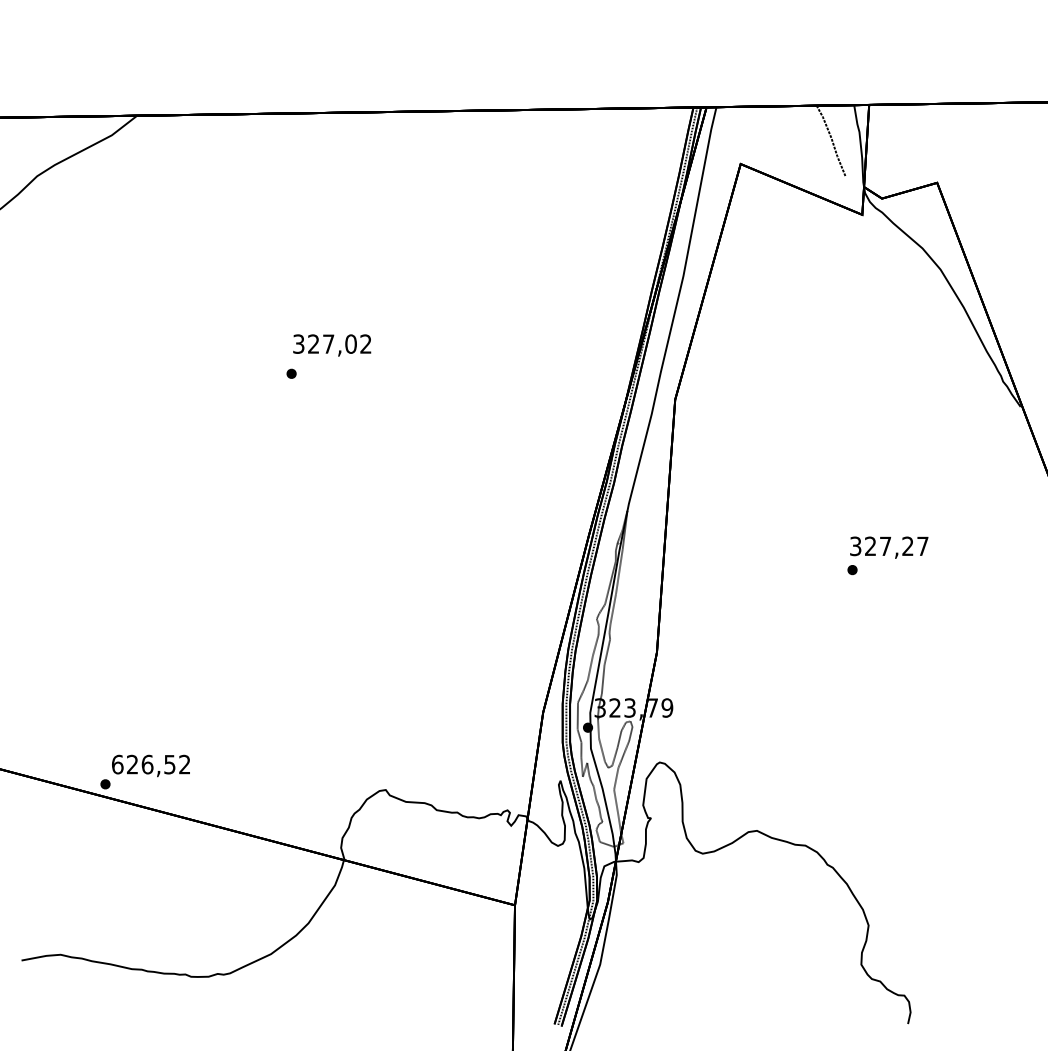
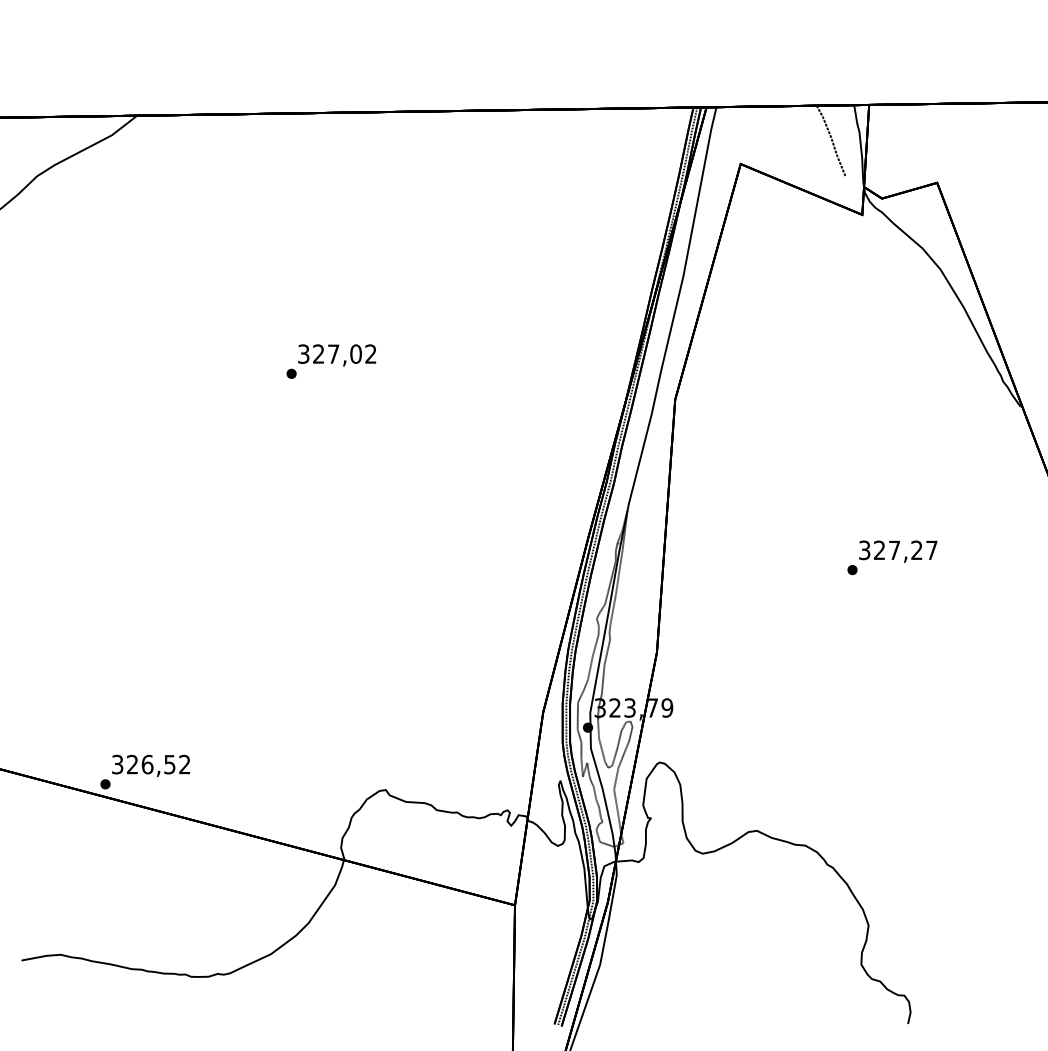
text at (332, 345) position: (332, 345) -> (337, 355)
text at (889, 547) position: (889, 547) -> (898, 551)
text at (117, 764): 626,52 -> 326,52
